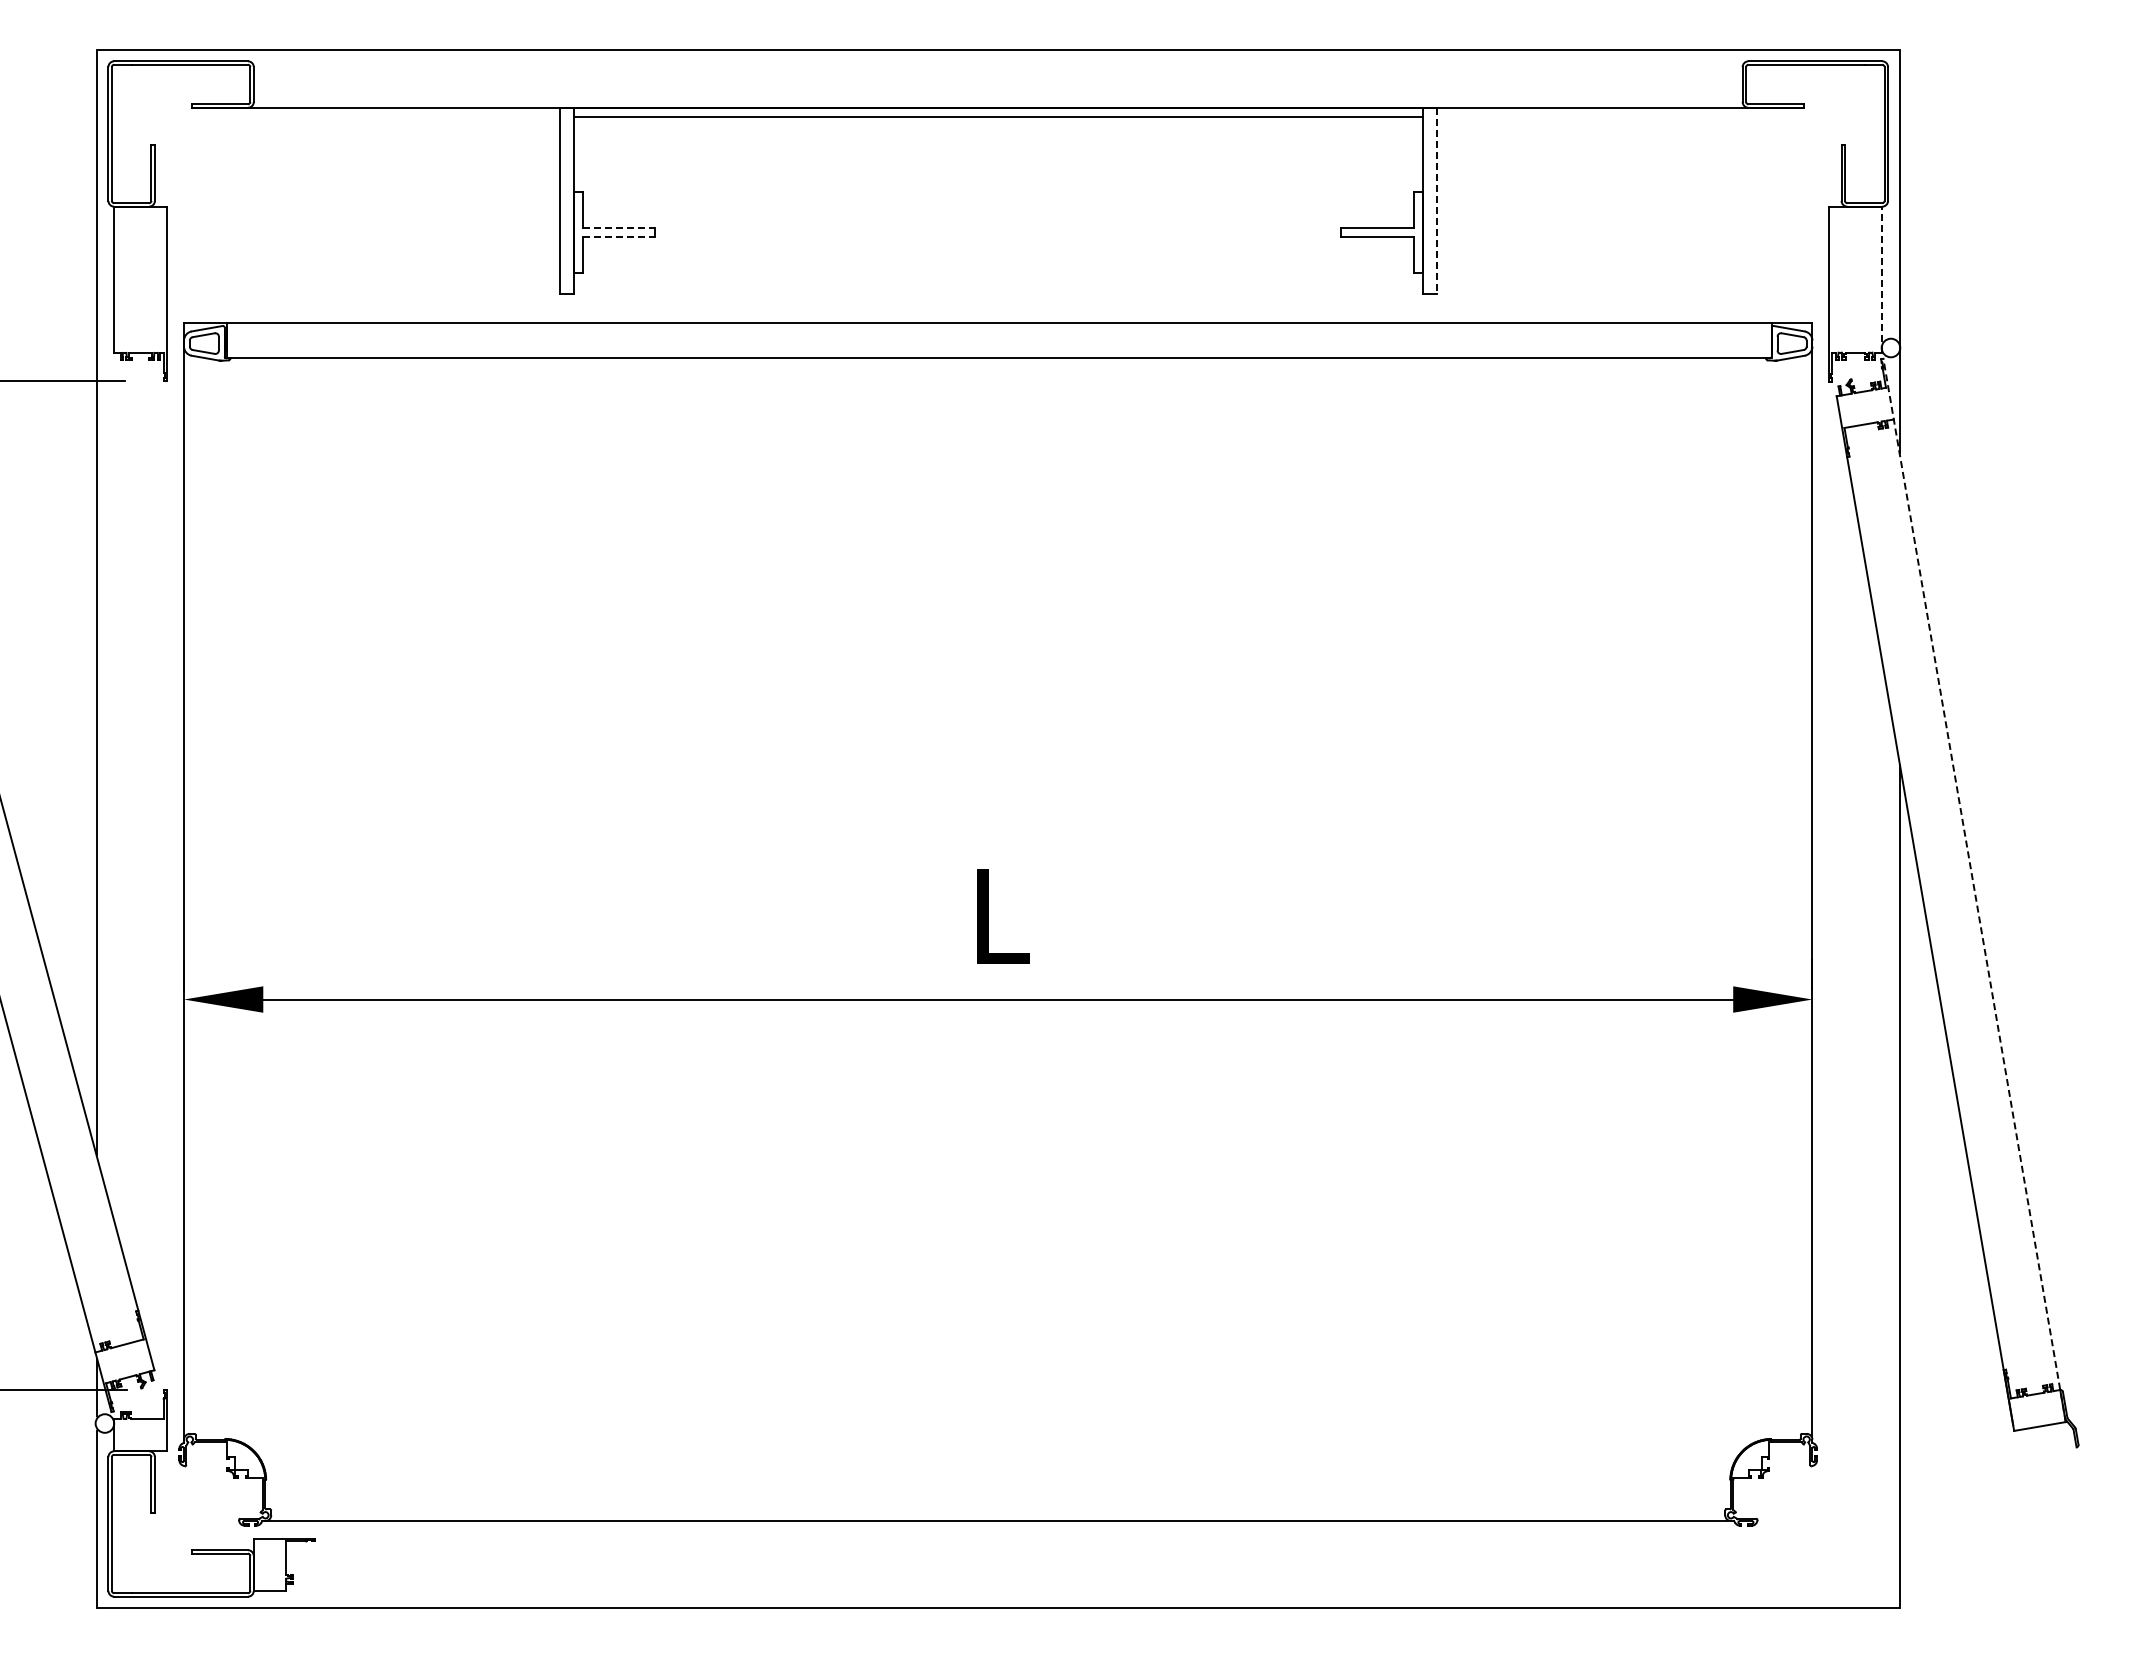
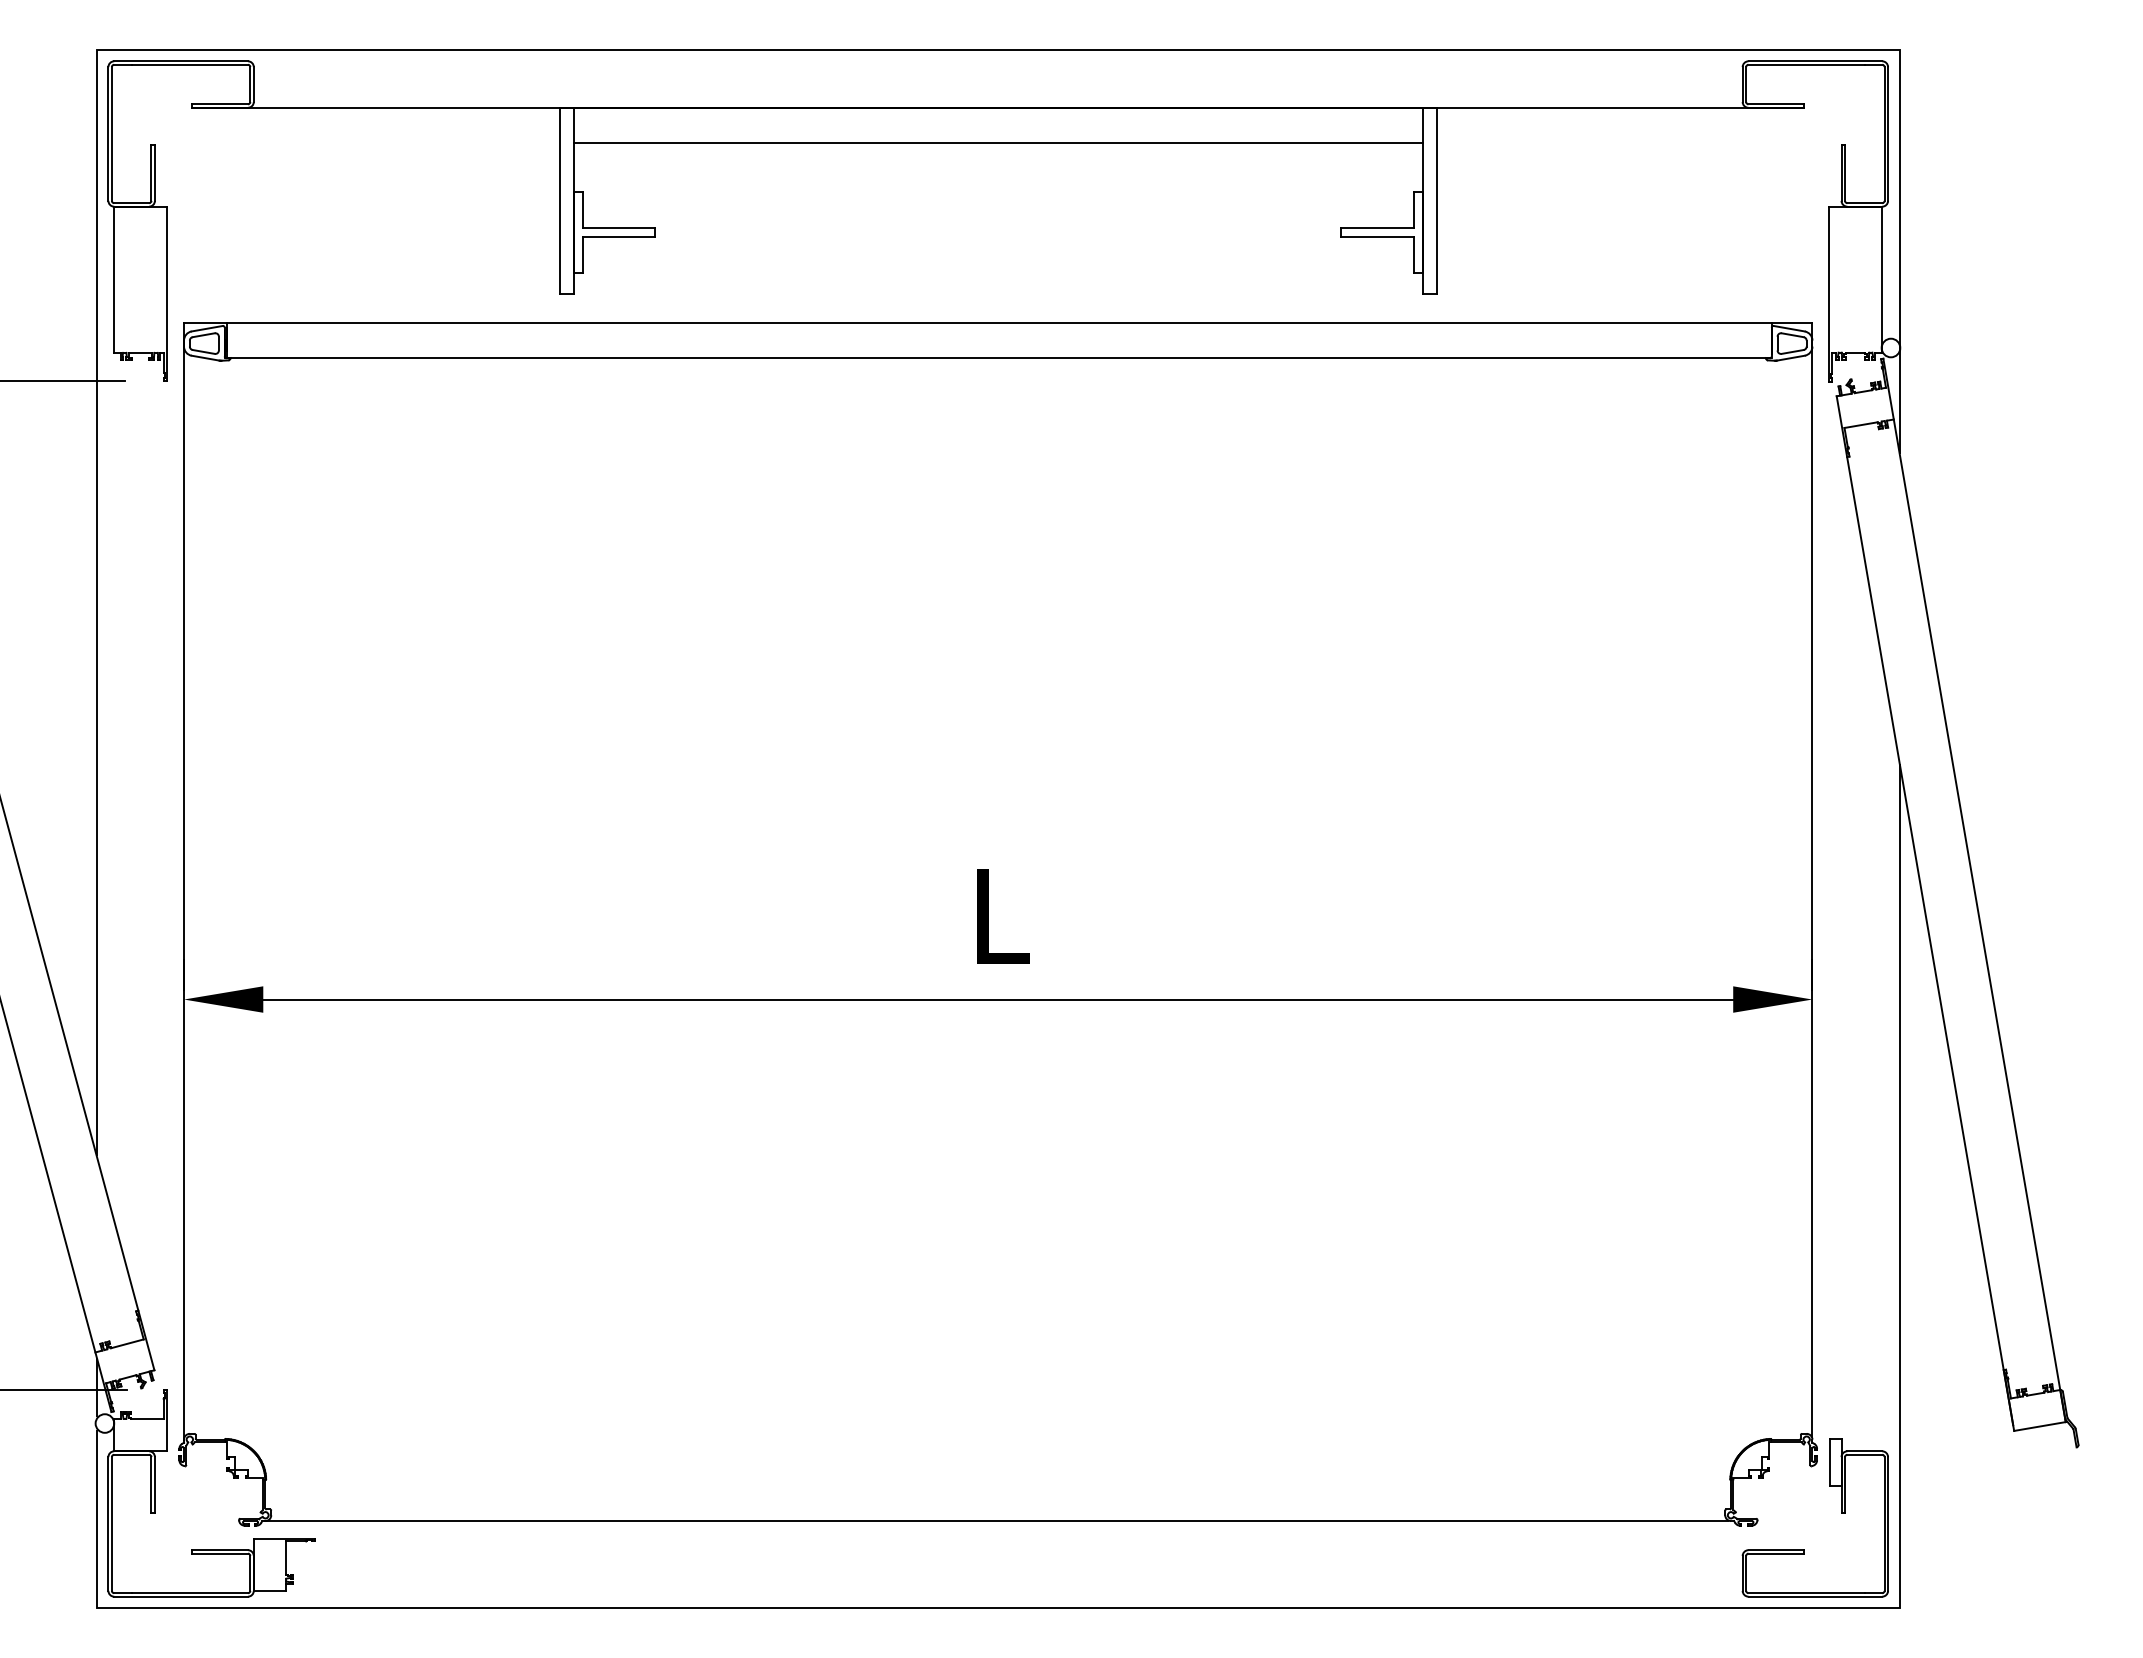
line at (997, 116) position: (997, 116) -> (997, 142)
line at (1436, 201): dashed -> solid
line at (619, 227): dashed -> solid
line at (619, 236): dashed -> solid
line at (1881, 279): dashed -> solid
line at (1974, 889): dashed -> solid
part at (1841, 1513): none -> present
